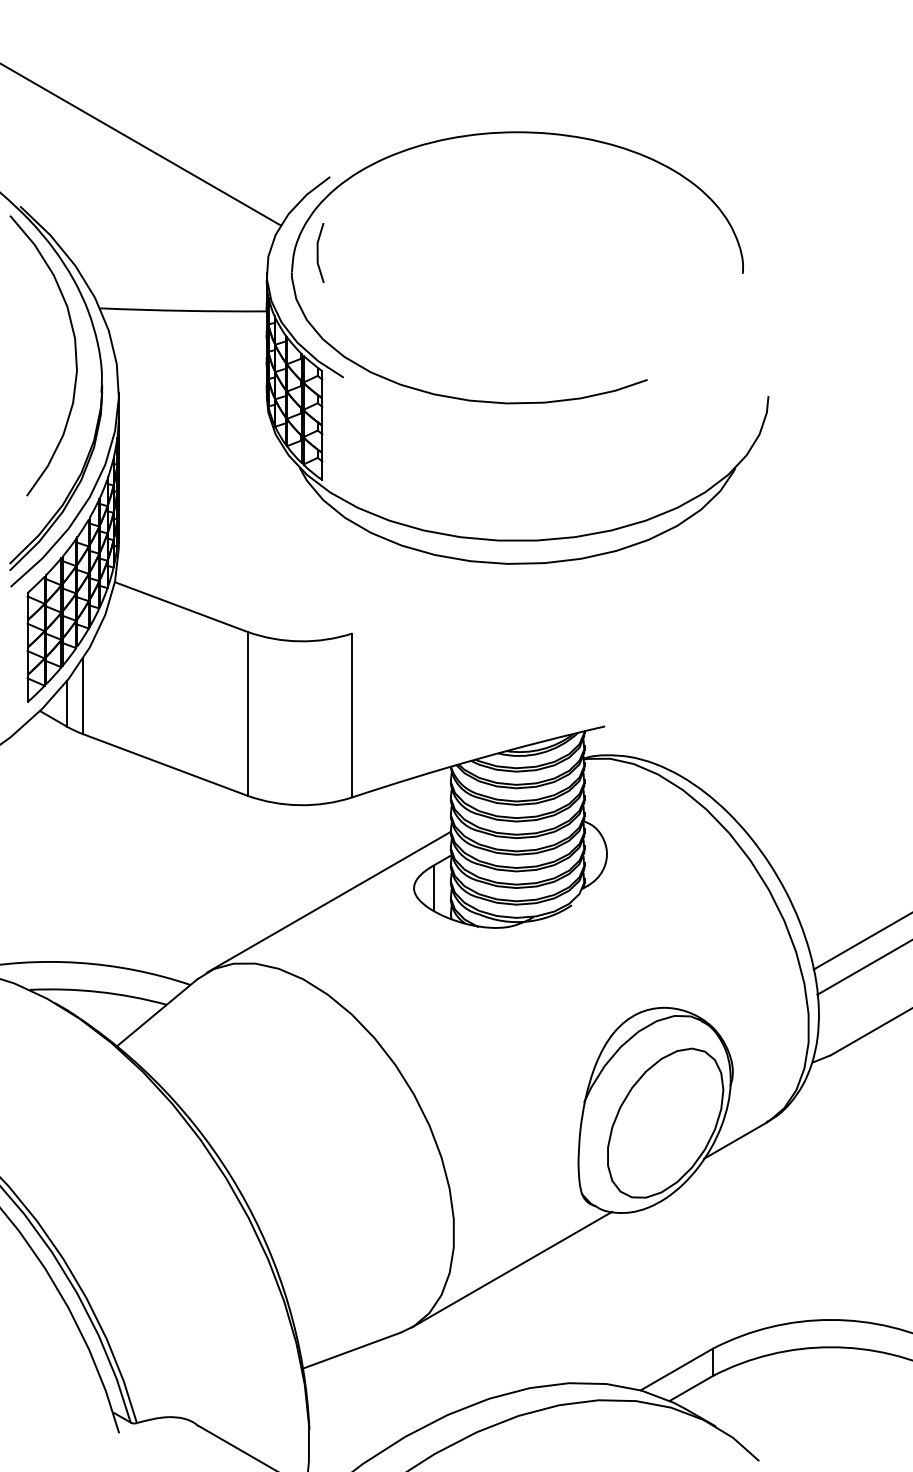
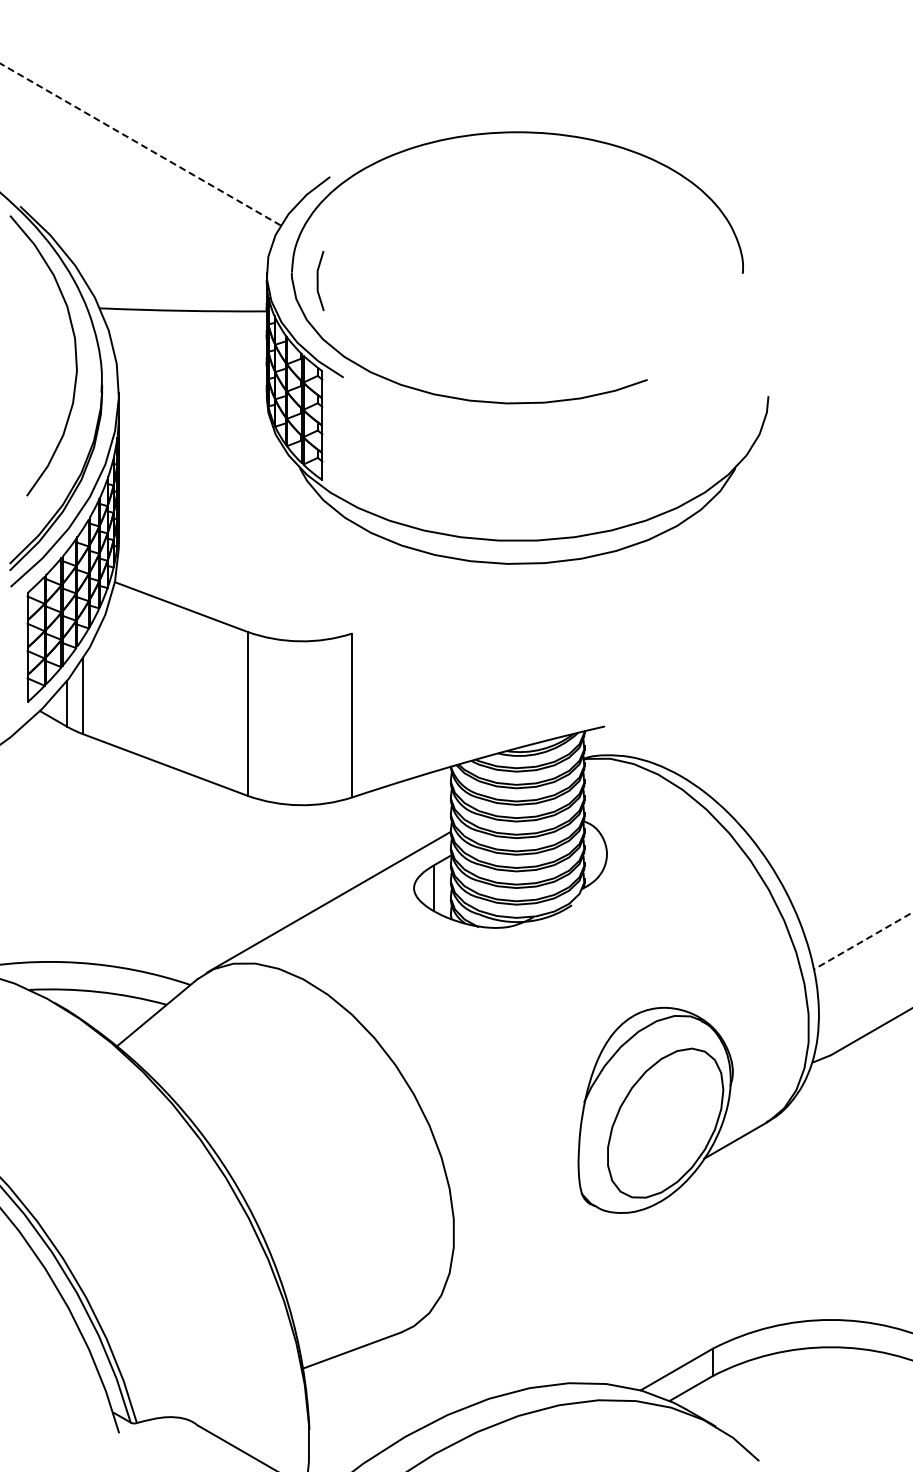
line at (140, 144): solid -> dashed
line at (318, 253) position: (318, 253) -> (318, 281)
line at (862, 941): solid -> dashed
line at (863, 967): present -> none
line at (511, 1269): present -> none
